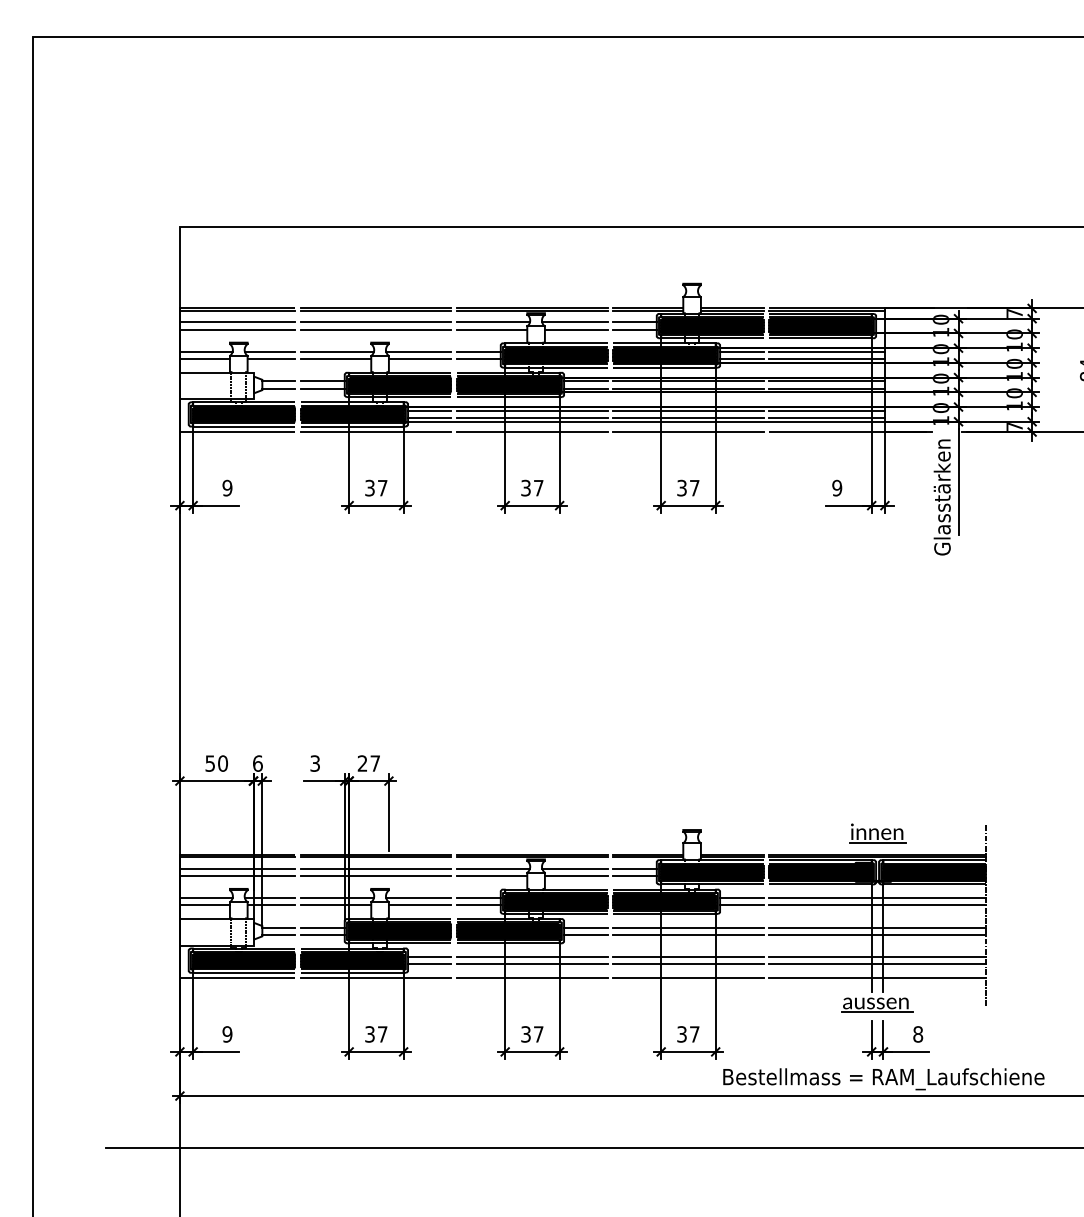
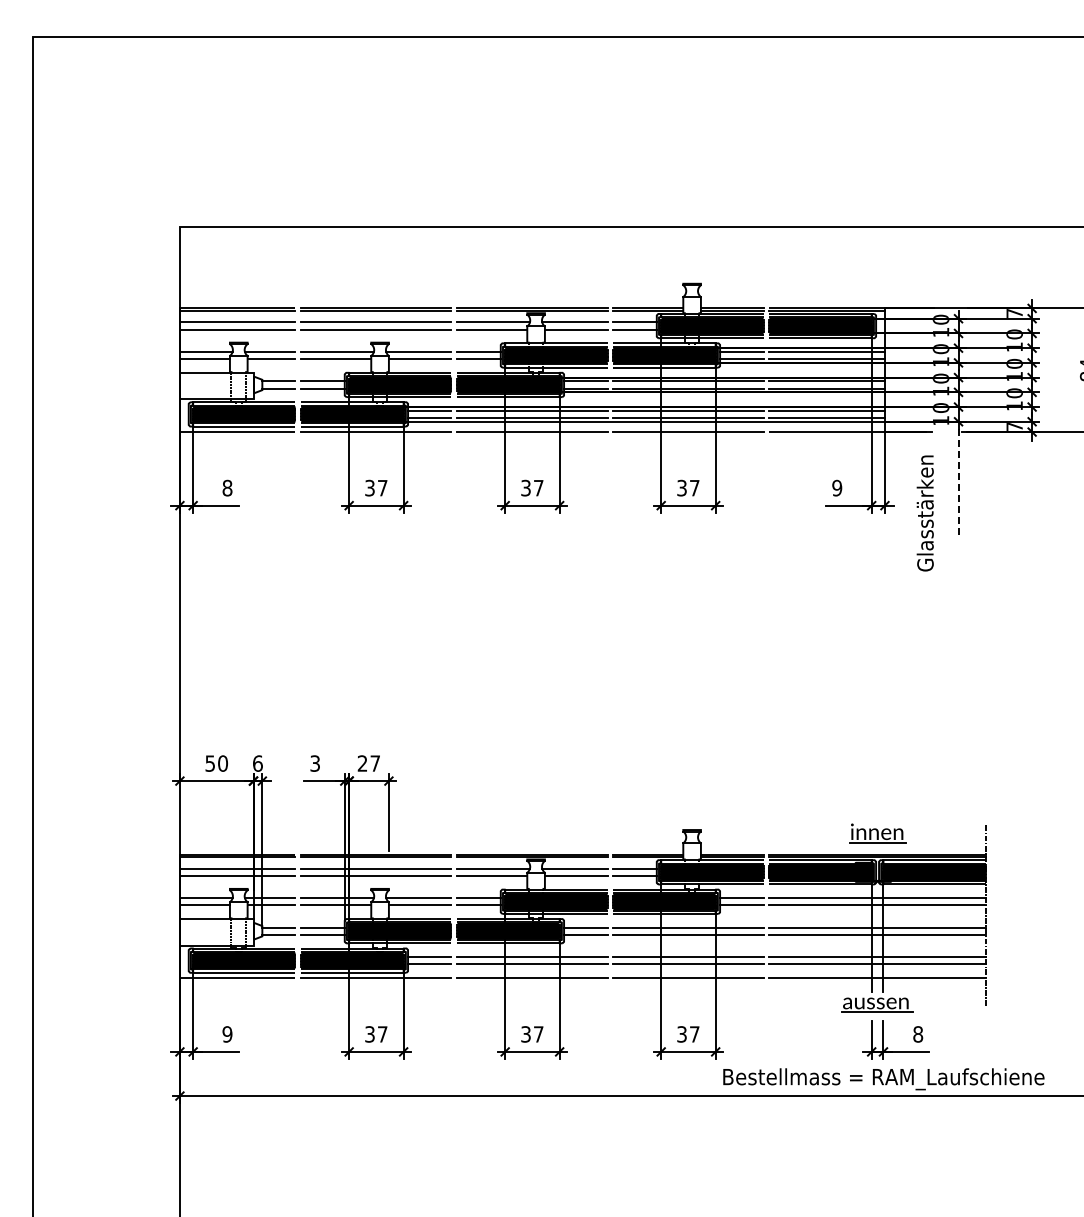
line at (958, 481): solid -> dashed
text at (227, 488): 9 -> 8
text at (941, 497) position: (941, 497) -> (924, 513)
line at (593, 1147): present -> none
